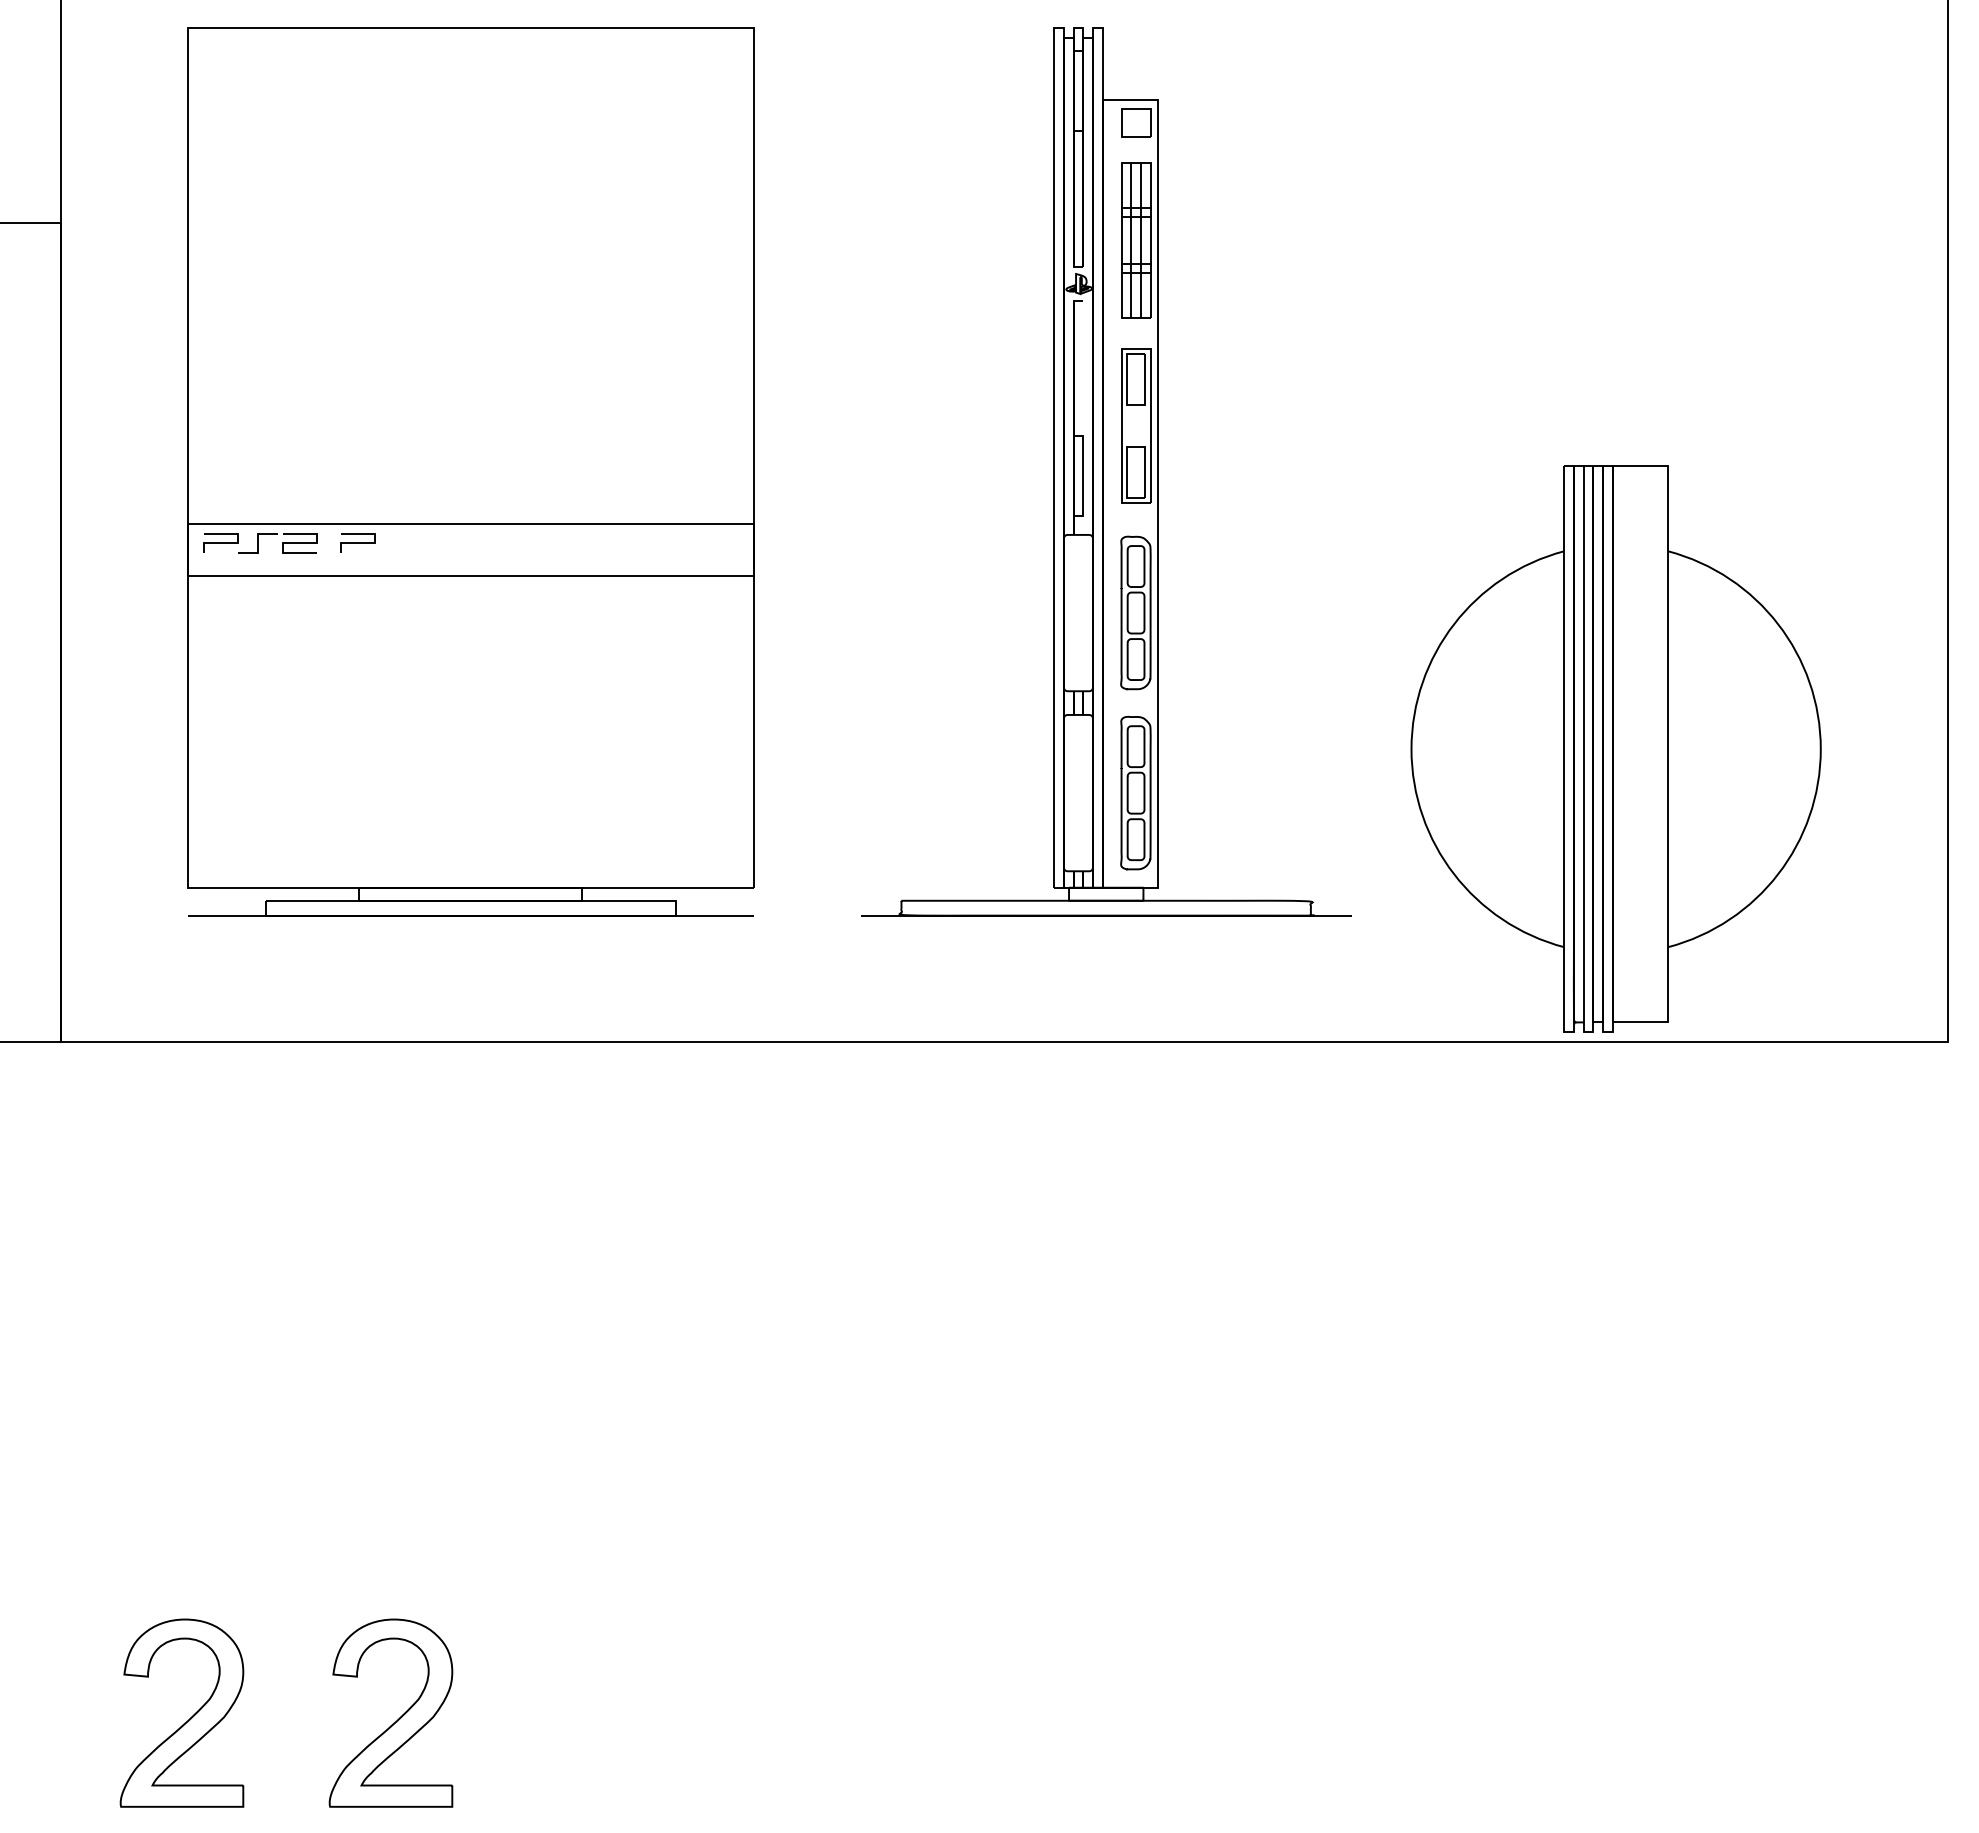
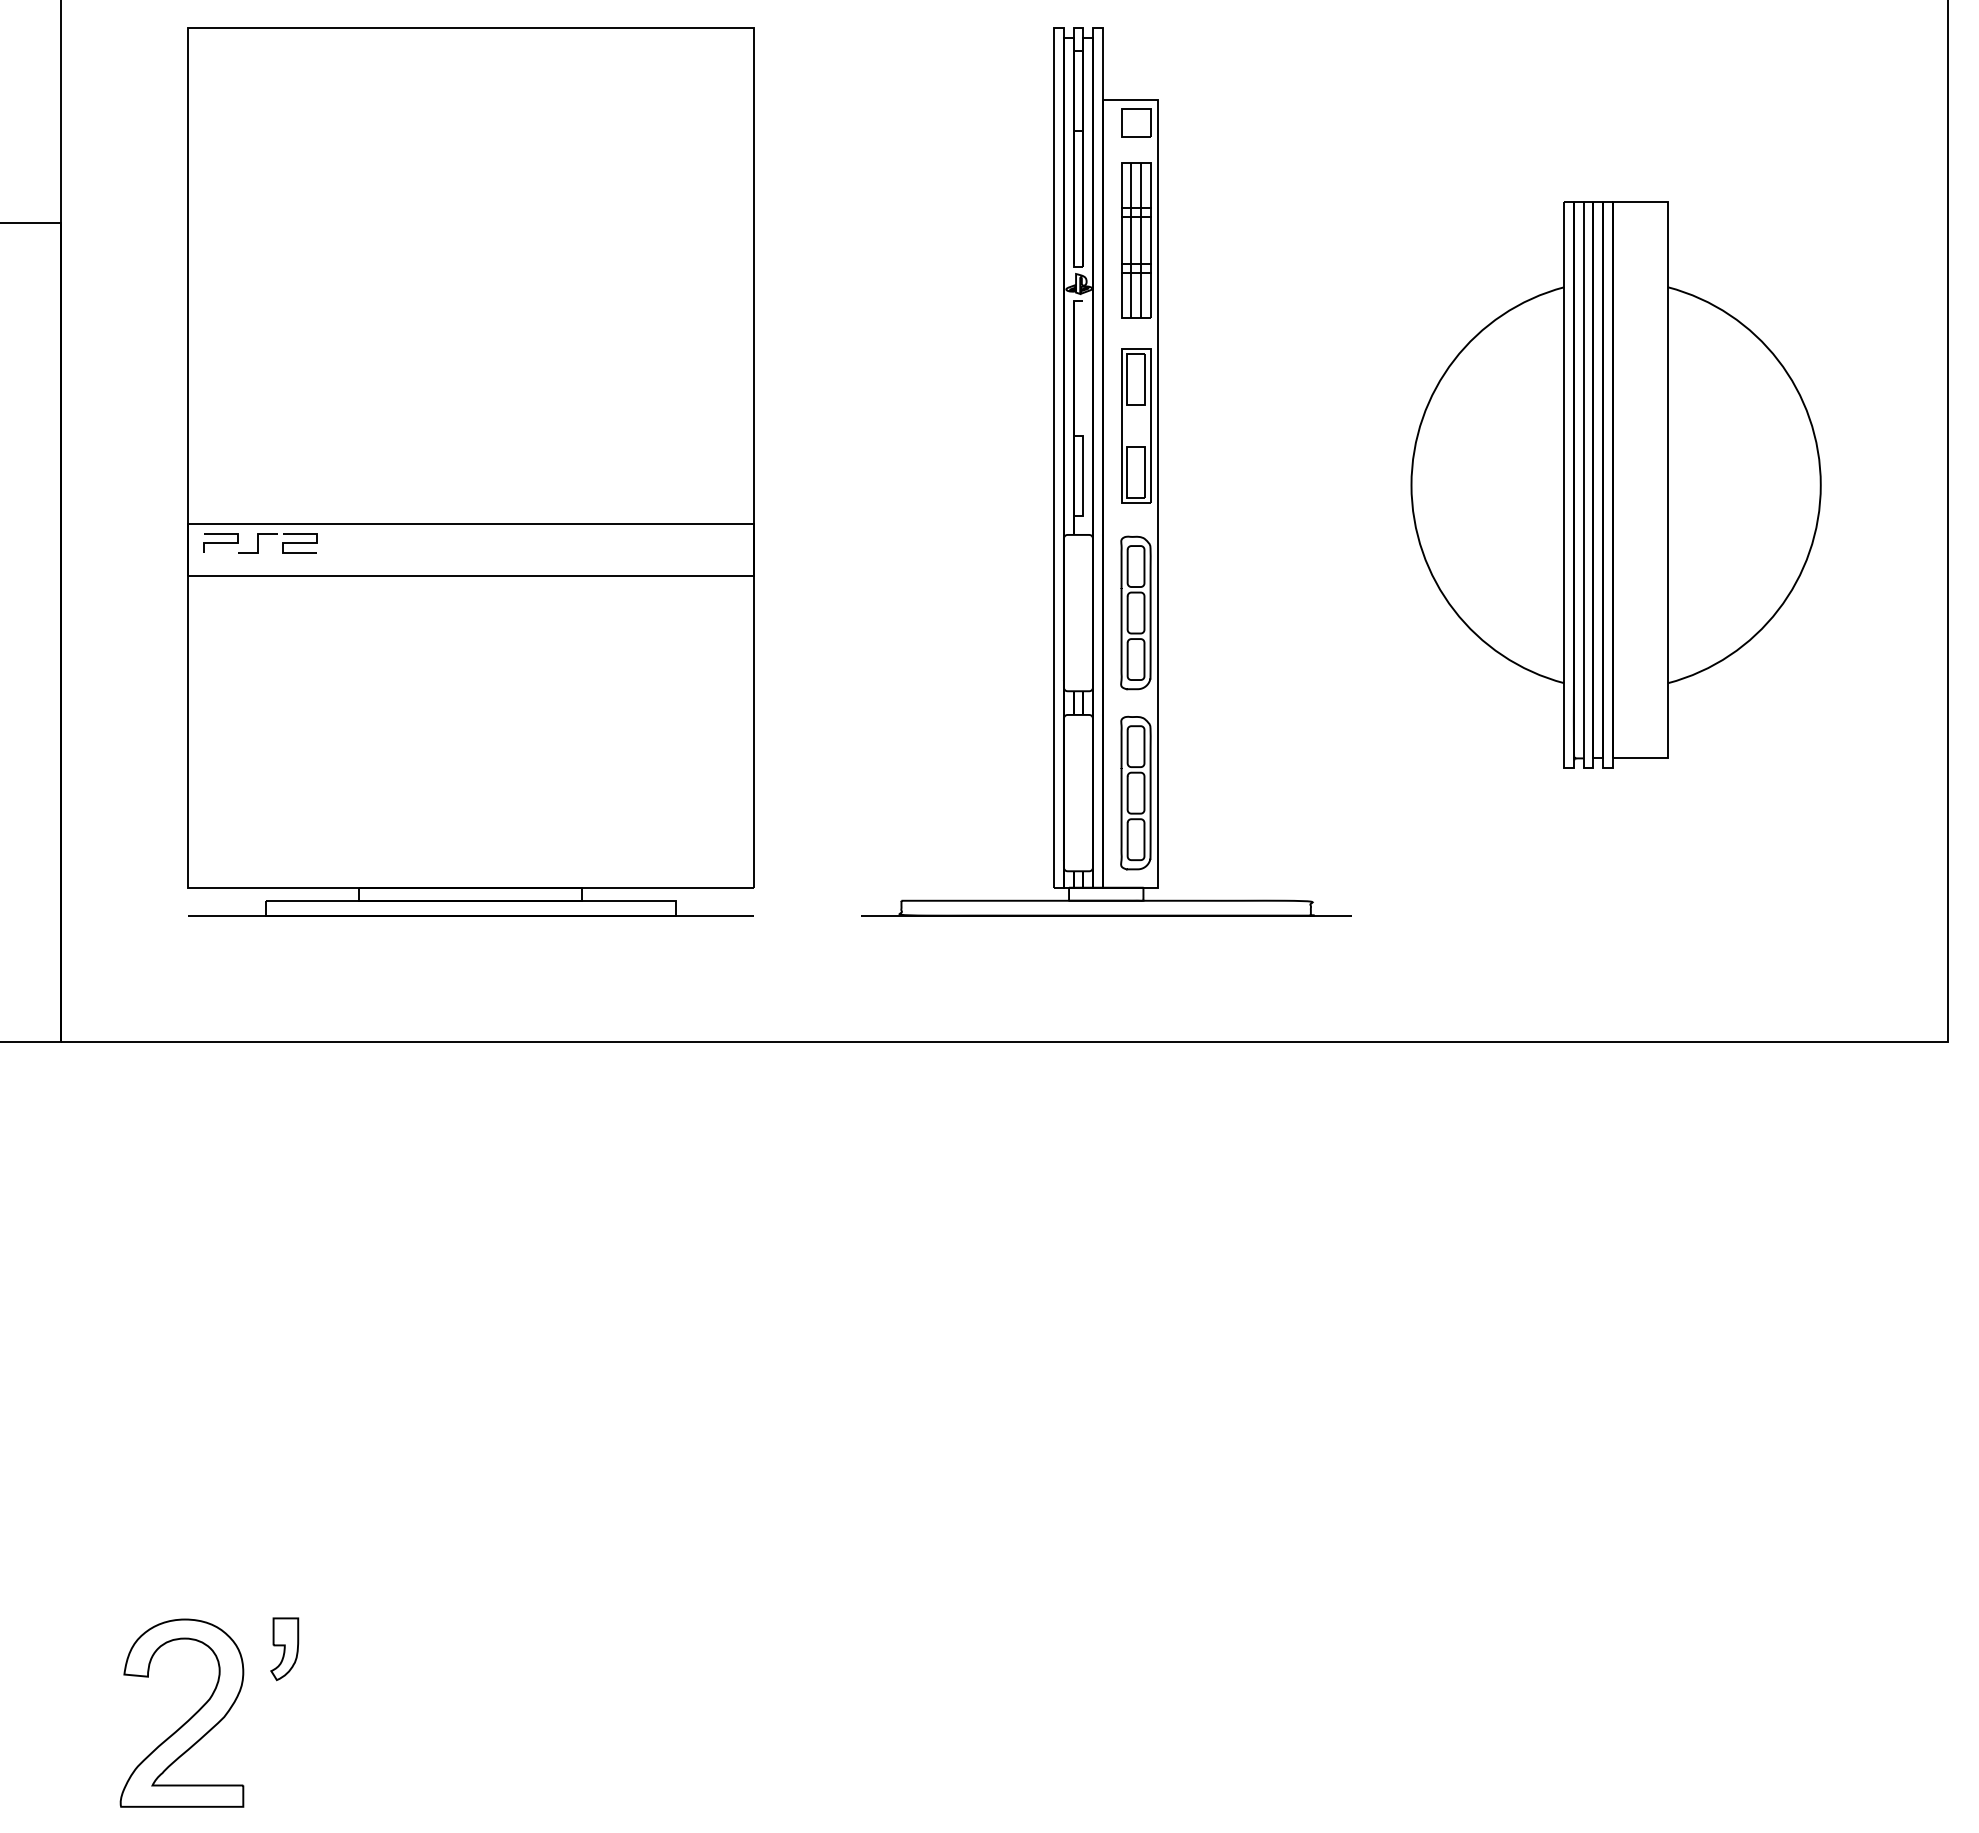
line at (357, 542): present -> none
part at (1615, 748) position: (1615, 748) -> (1615, 484)
part at (284, 1649): none -> present
part at (397, 1719): present -> none
